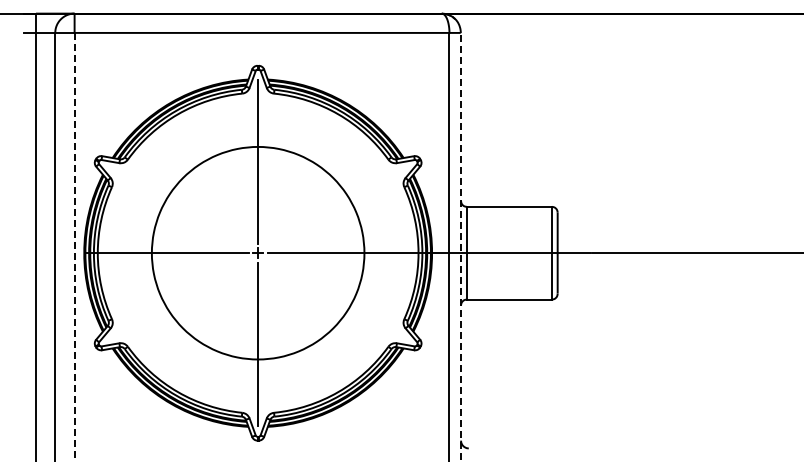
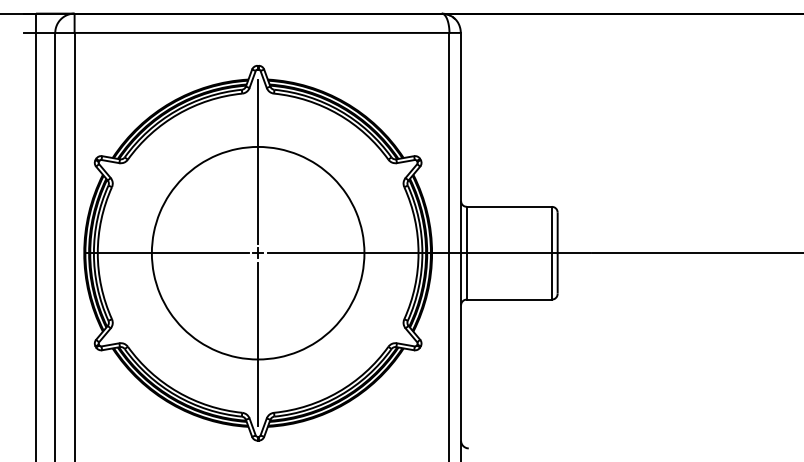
line at (461, 246): dashed -> solid
line at (74, 247): dashed -> solid
